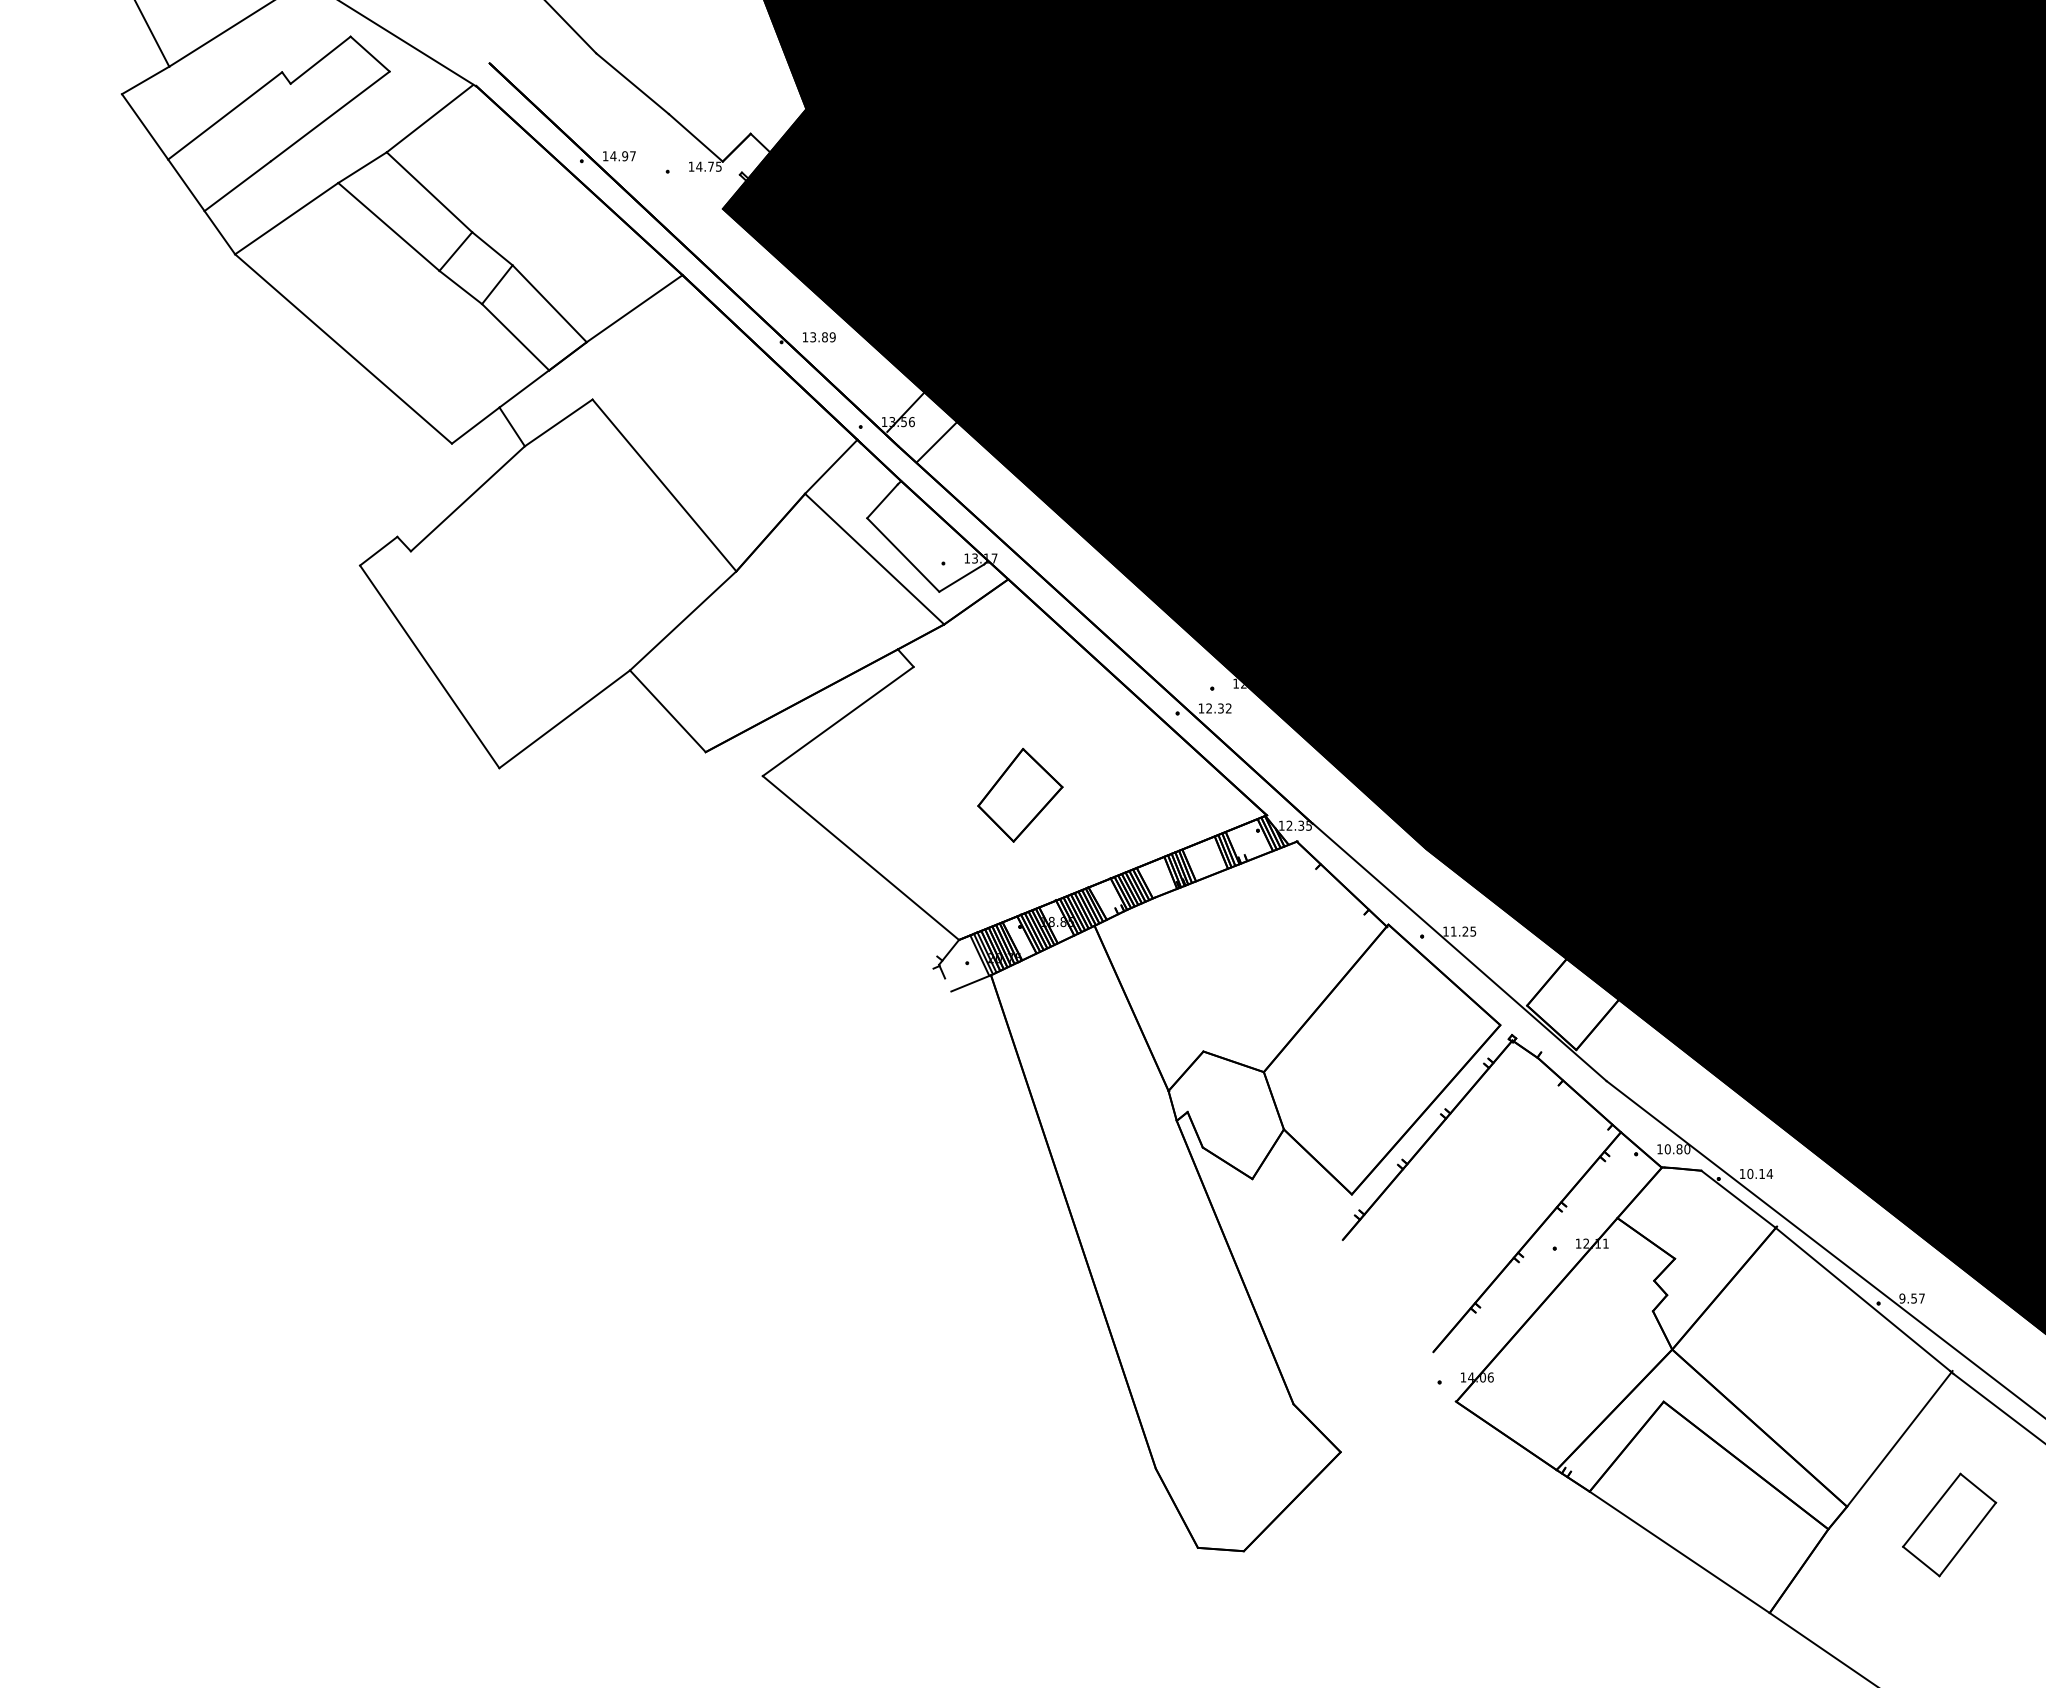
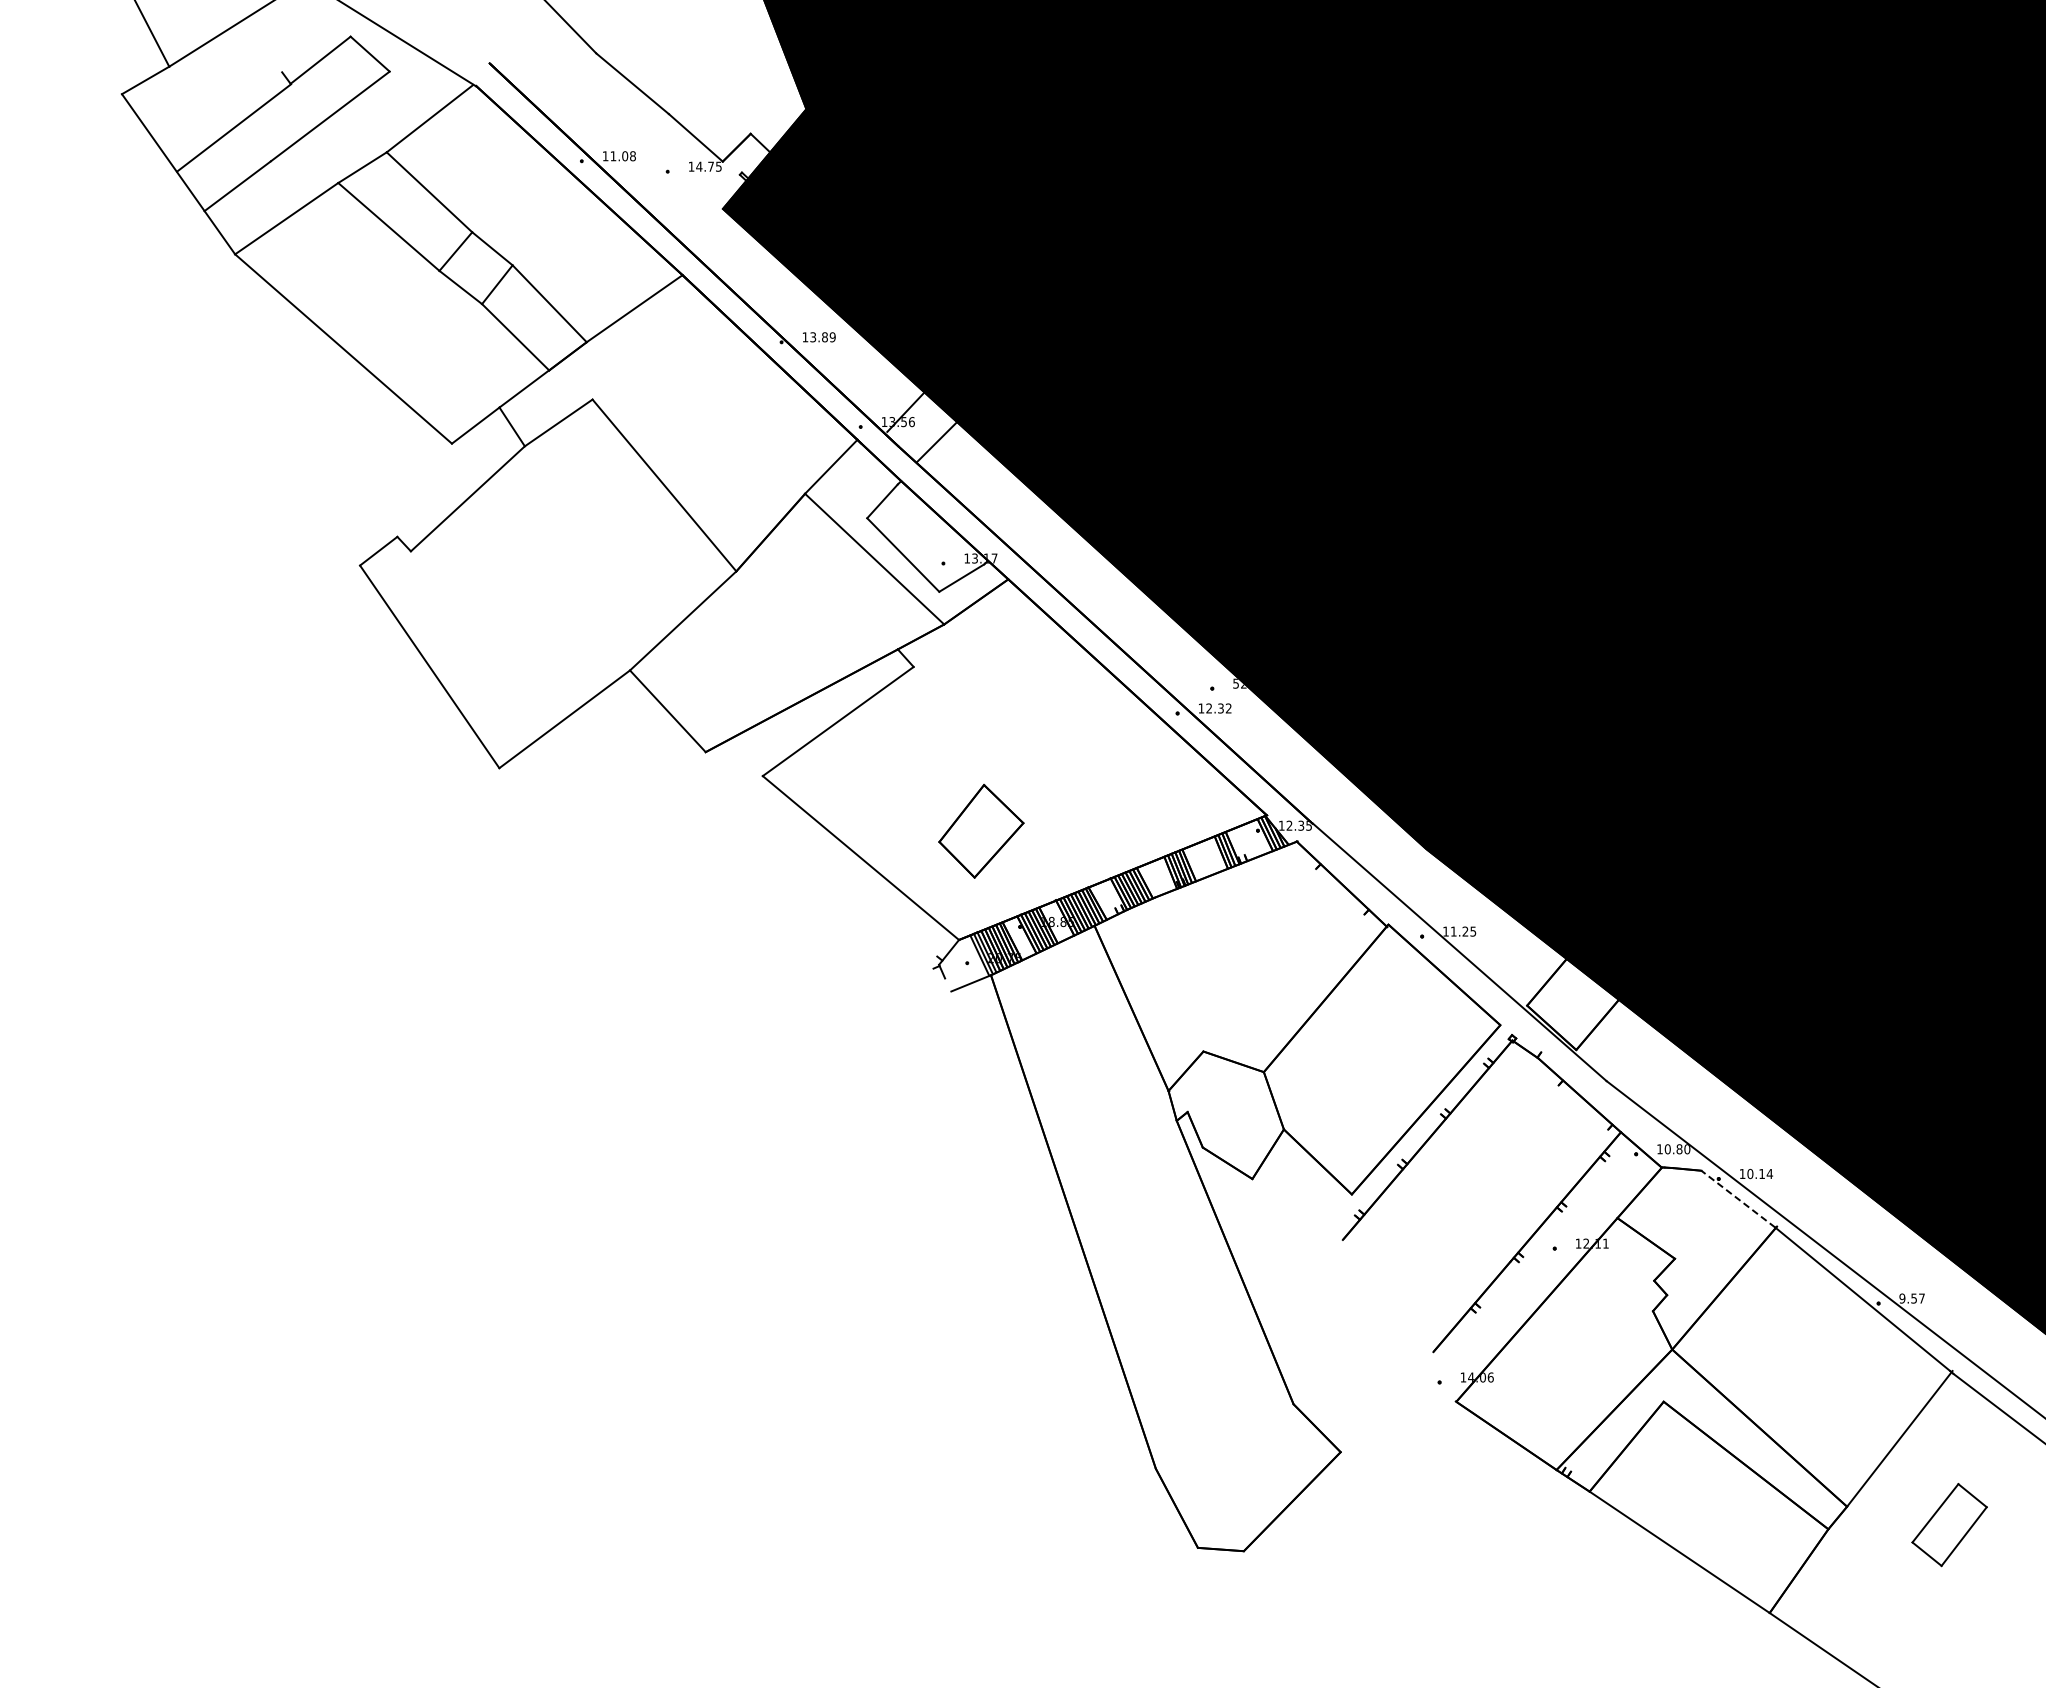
line at (225, 115) position: (225, 115) -> (234, 127)
text at (622, 156): 14.97 -> 11.08
text at (1235, 683): 12.09 -> 52.09
part at (1020, 795) position: (1020, 795) -> (981, 831)
line at (1738, 1199): solid -> dashed
part at (1949, 1524) size: 96x106 px -> 77x85 px
